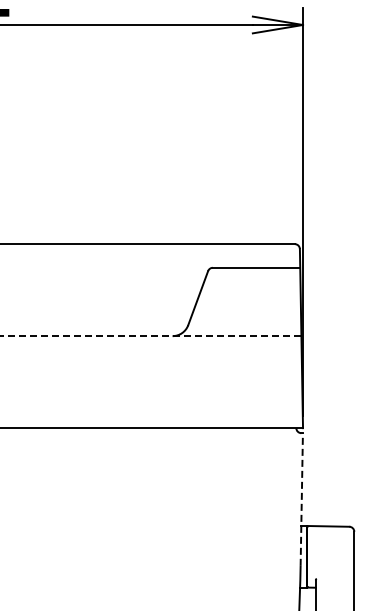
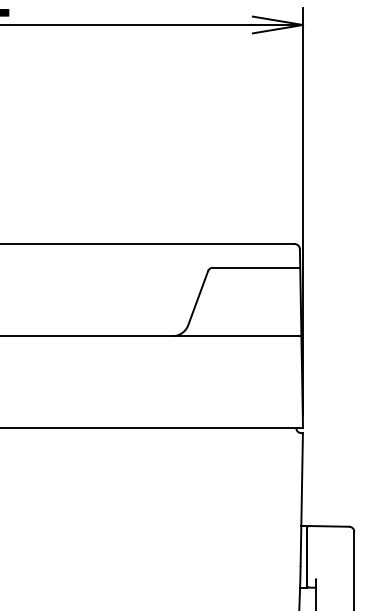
line at (150, 336): dashed -> solid
line at (301, 499): dashed -> solid
